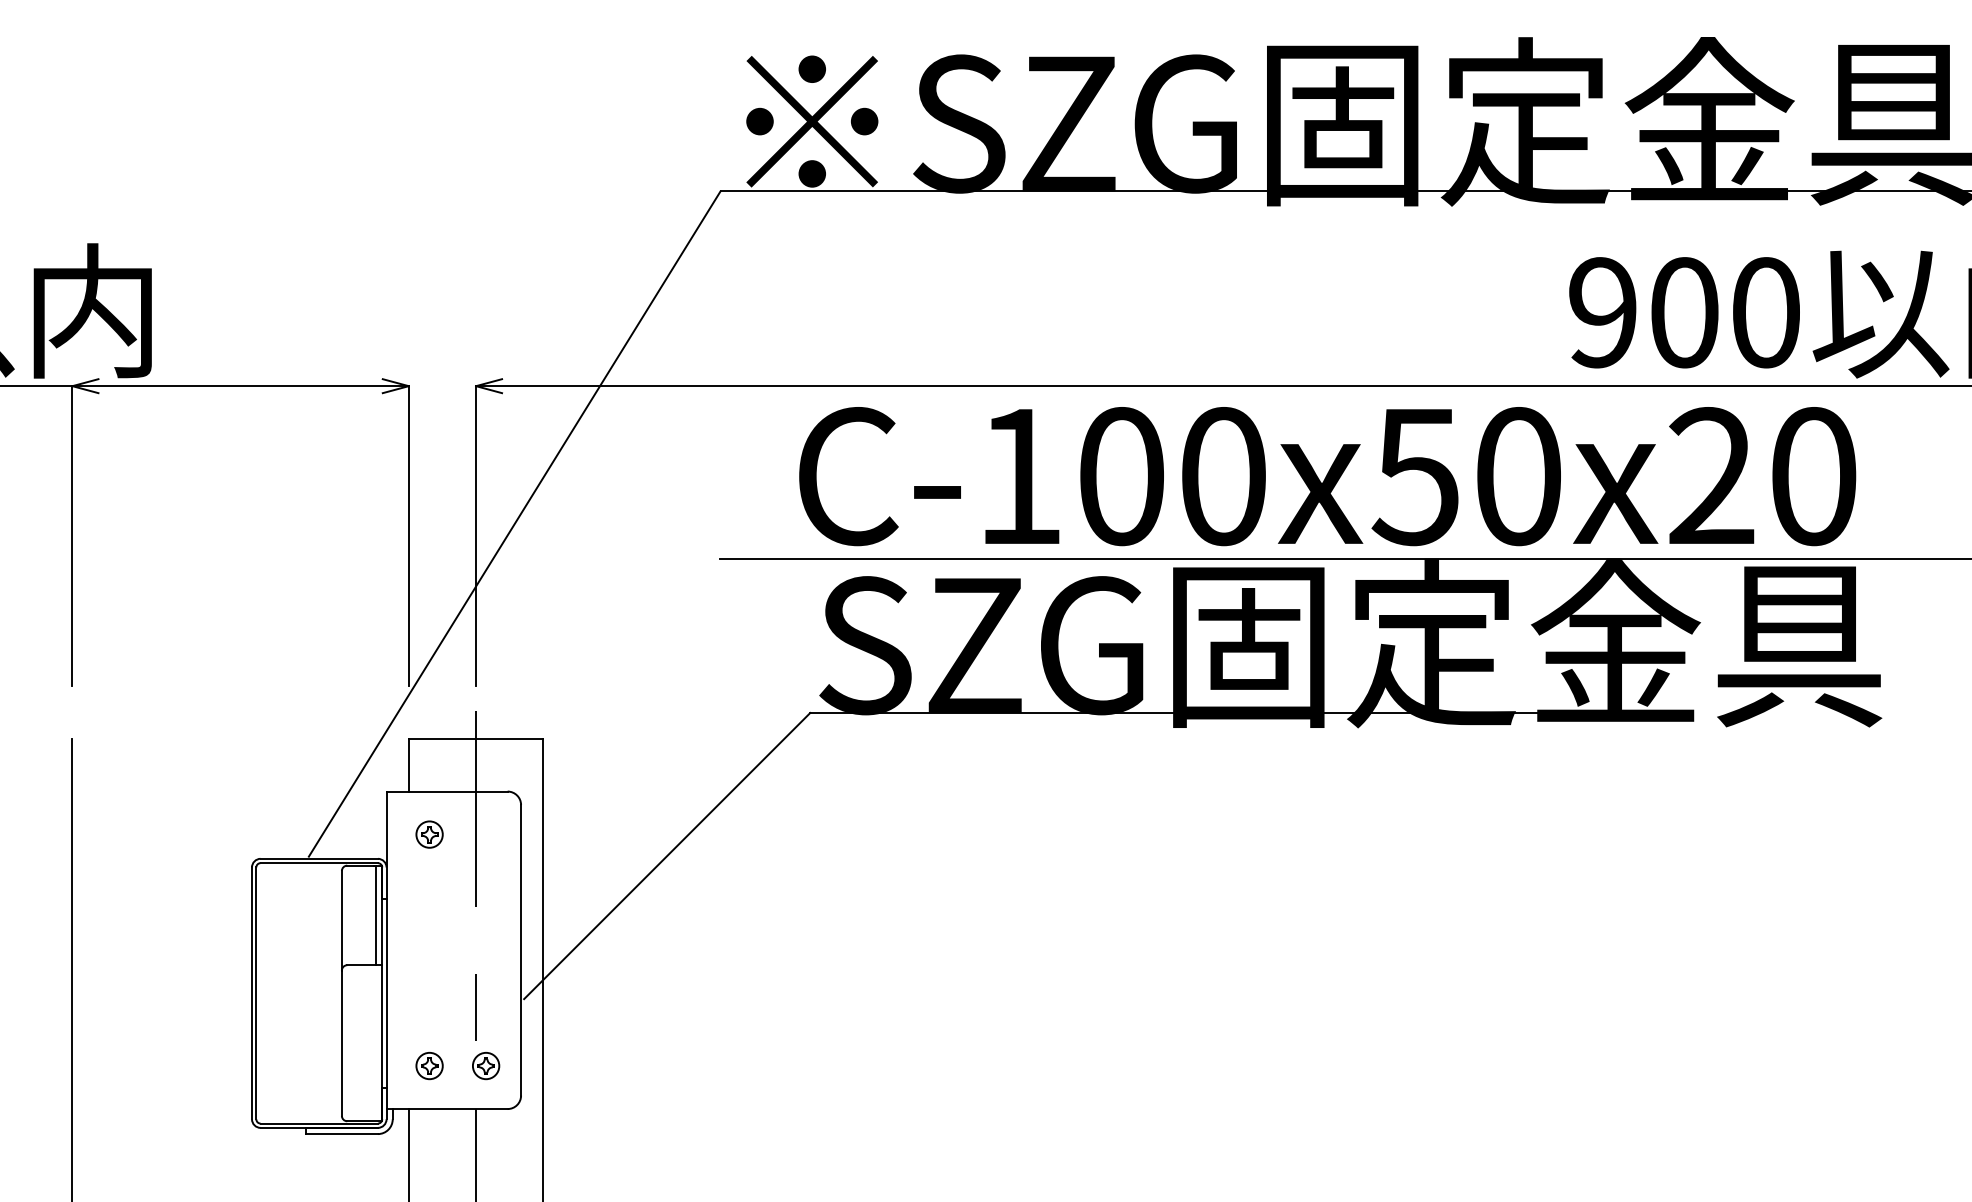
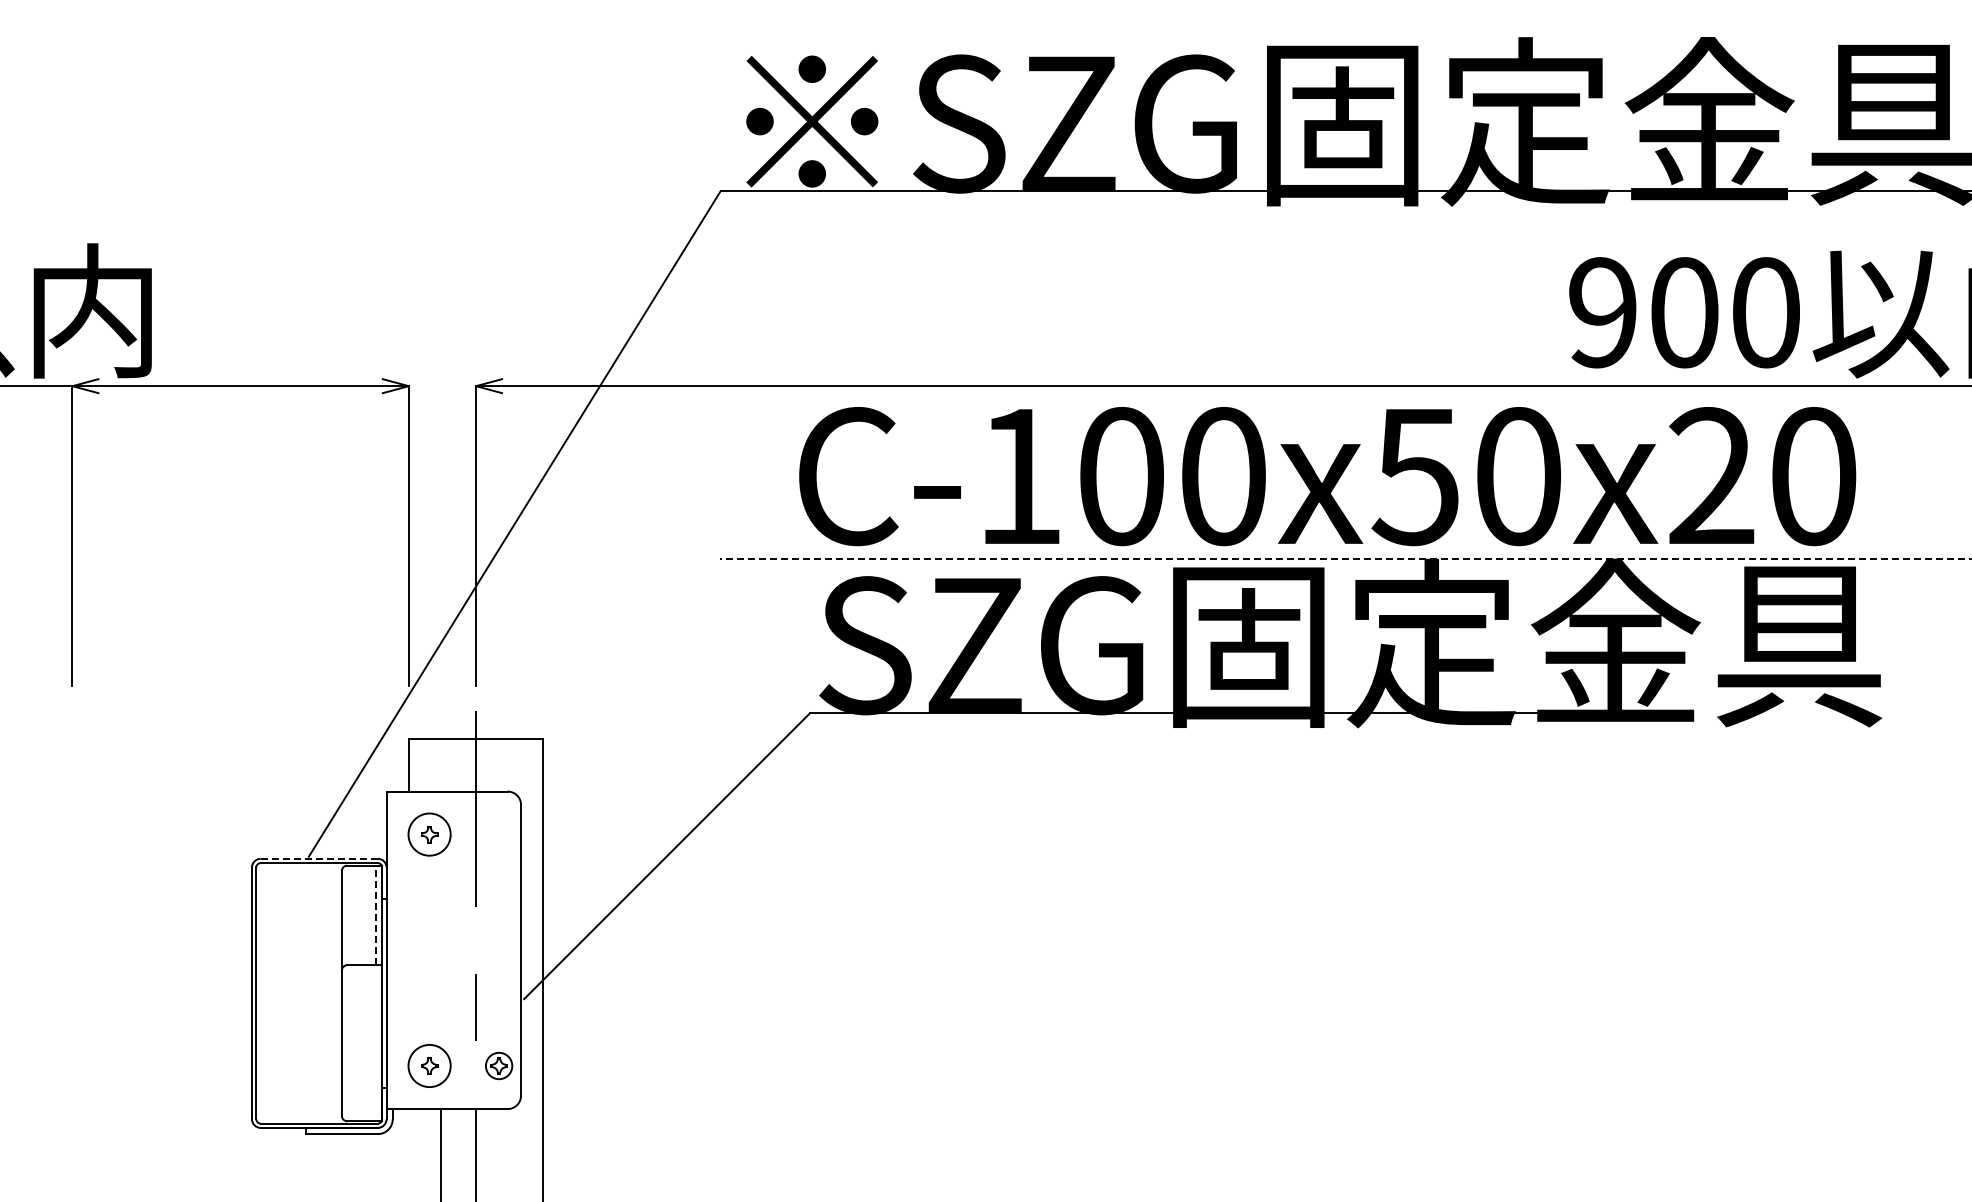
line at (1345, 558): solid -> dashed
circle at (429, 834) diameter: 26 px -> 42 px
line at (319, 858): solid -> dashed
line at (375, 915): solid -> dashed
line at (72, 968): present -> none
circle at (429, 1065) diameter: 26 px -> 42 px
part at (486, 1066) position: (486, 1066) -> (499, 1066)
line at (408, 1153) position: (408, 1153) -> (440, 1153)
